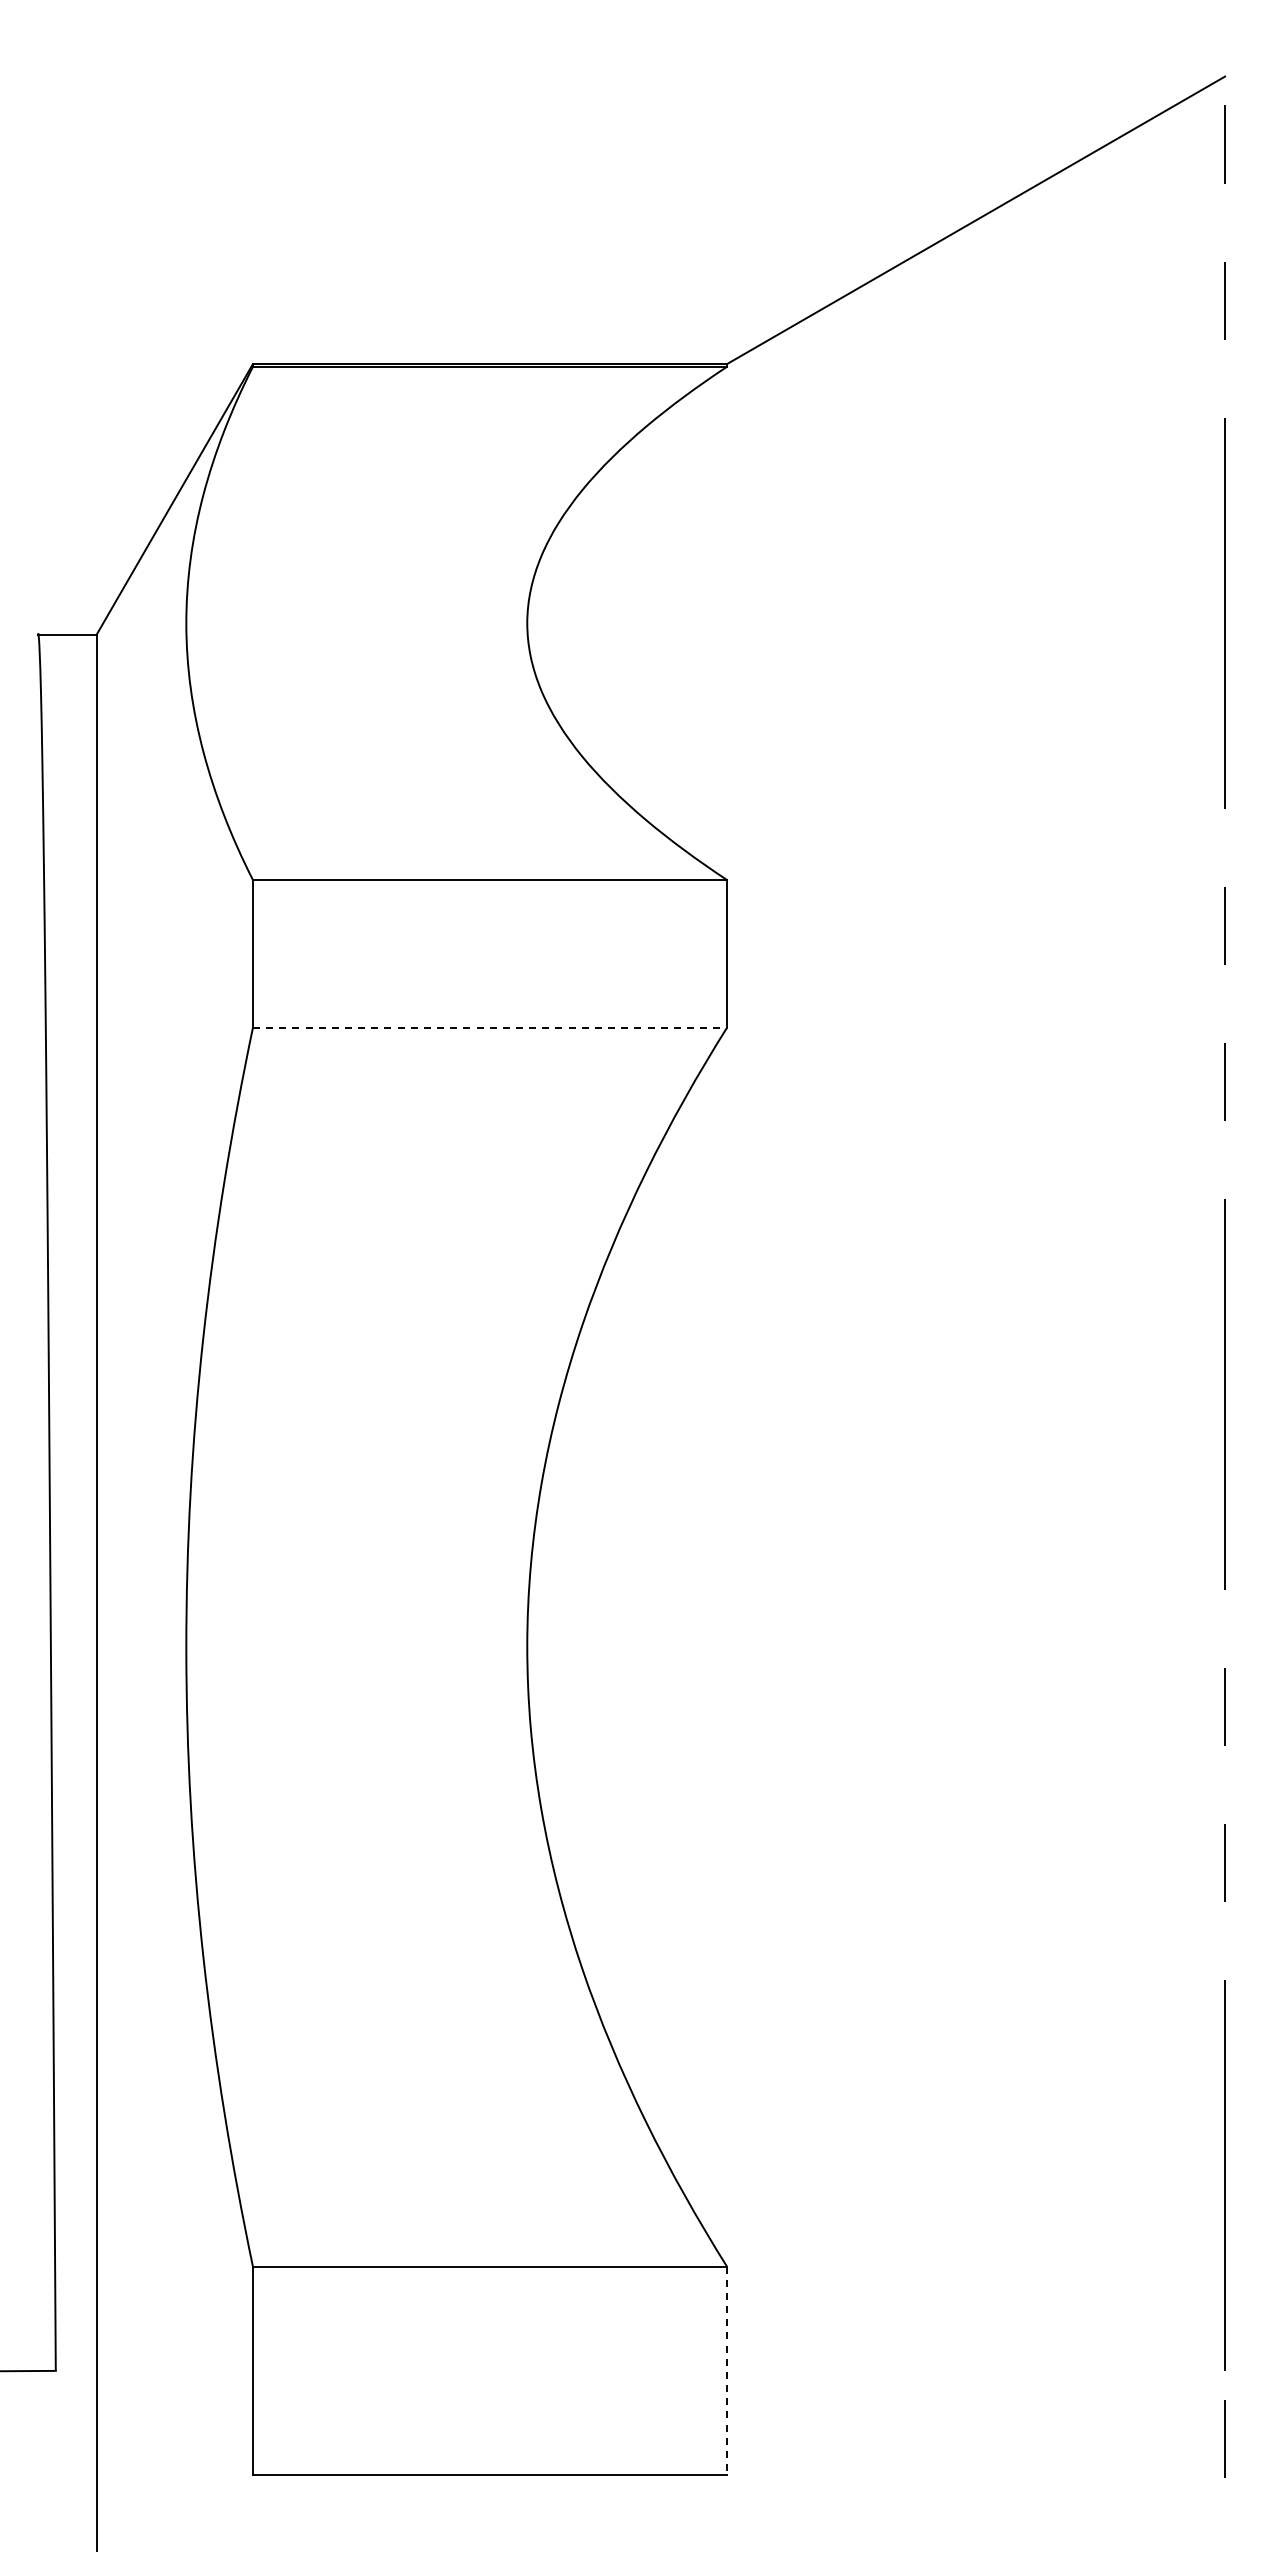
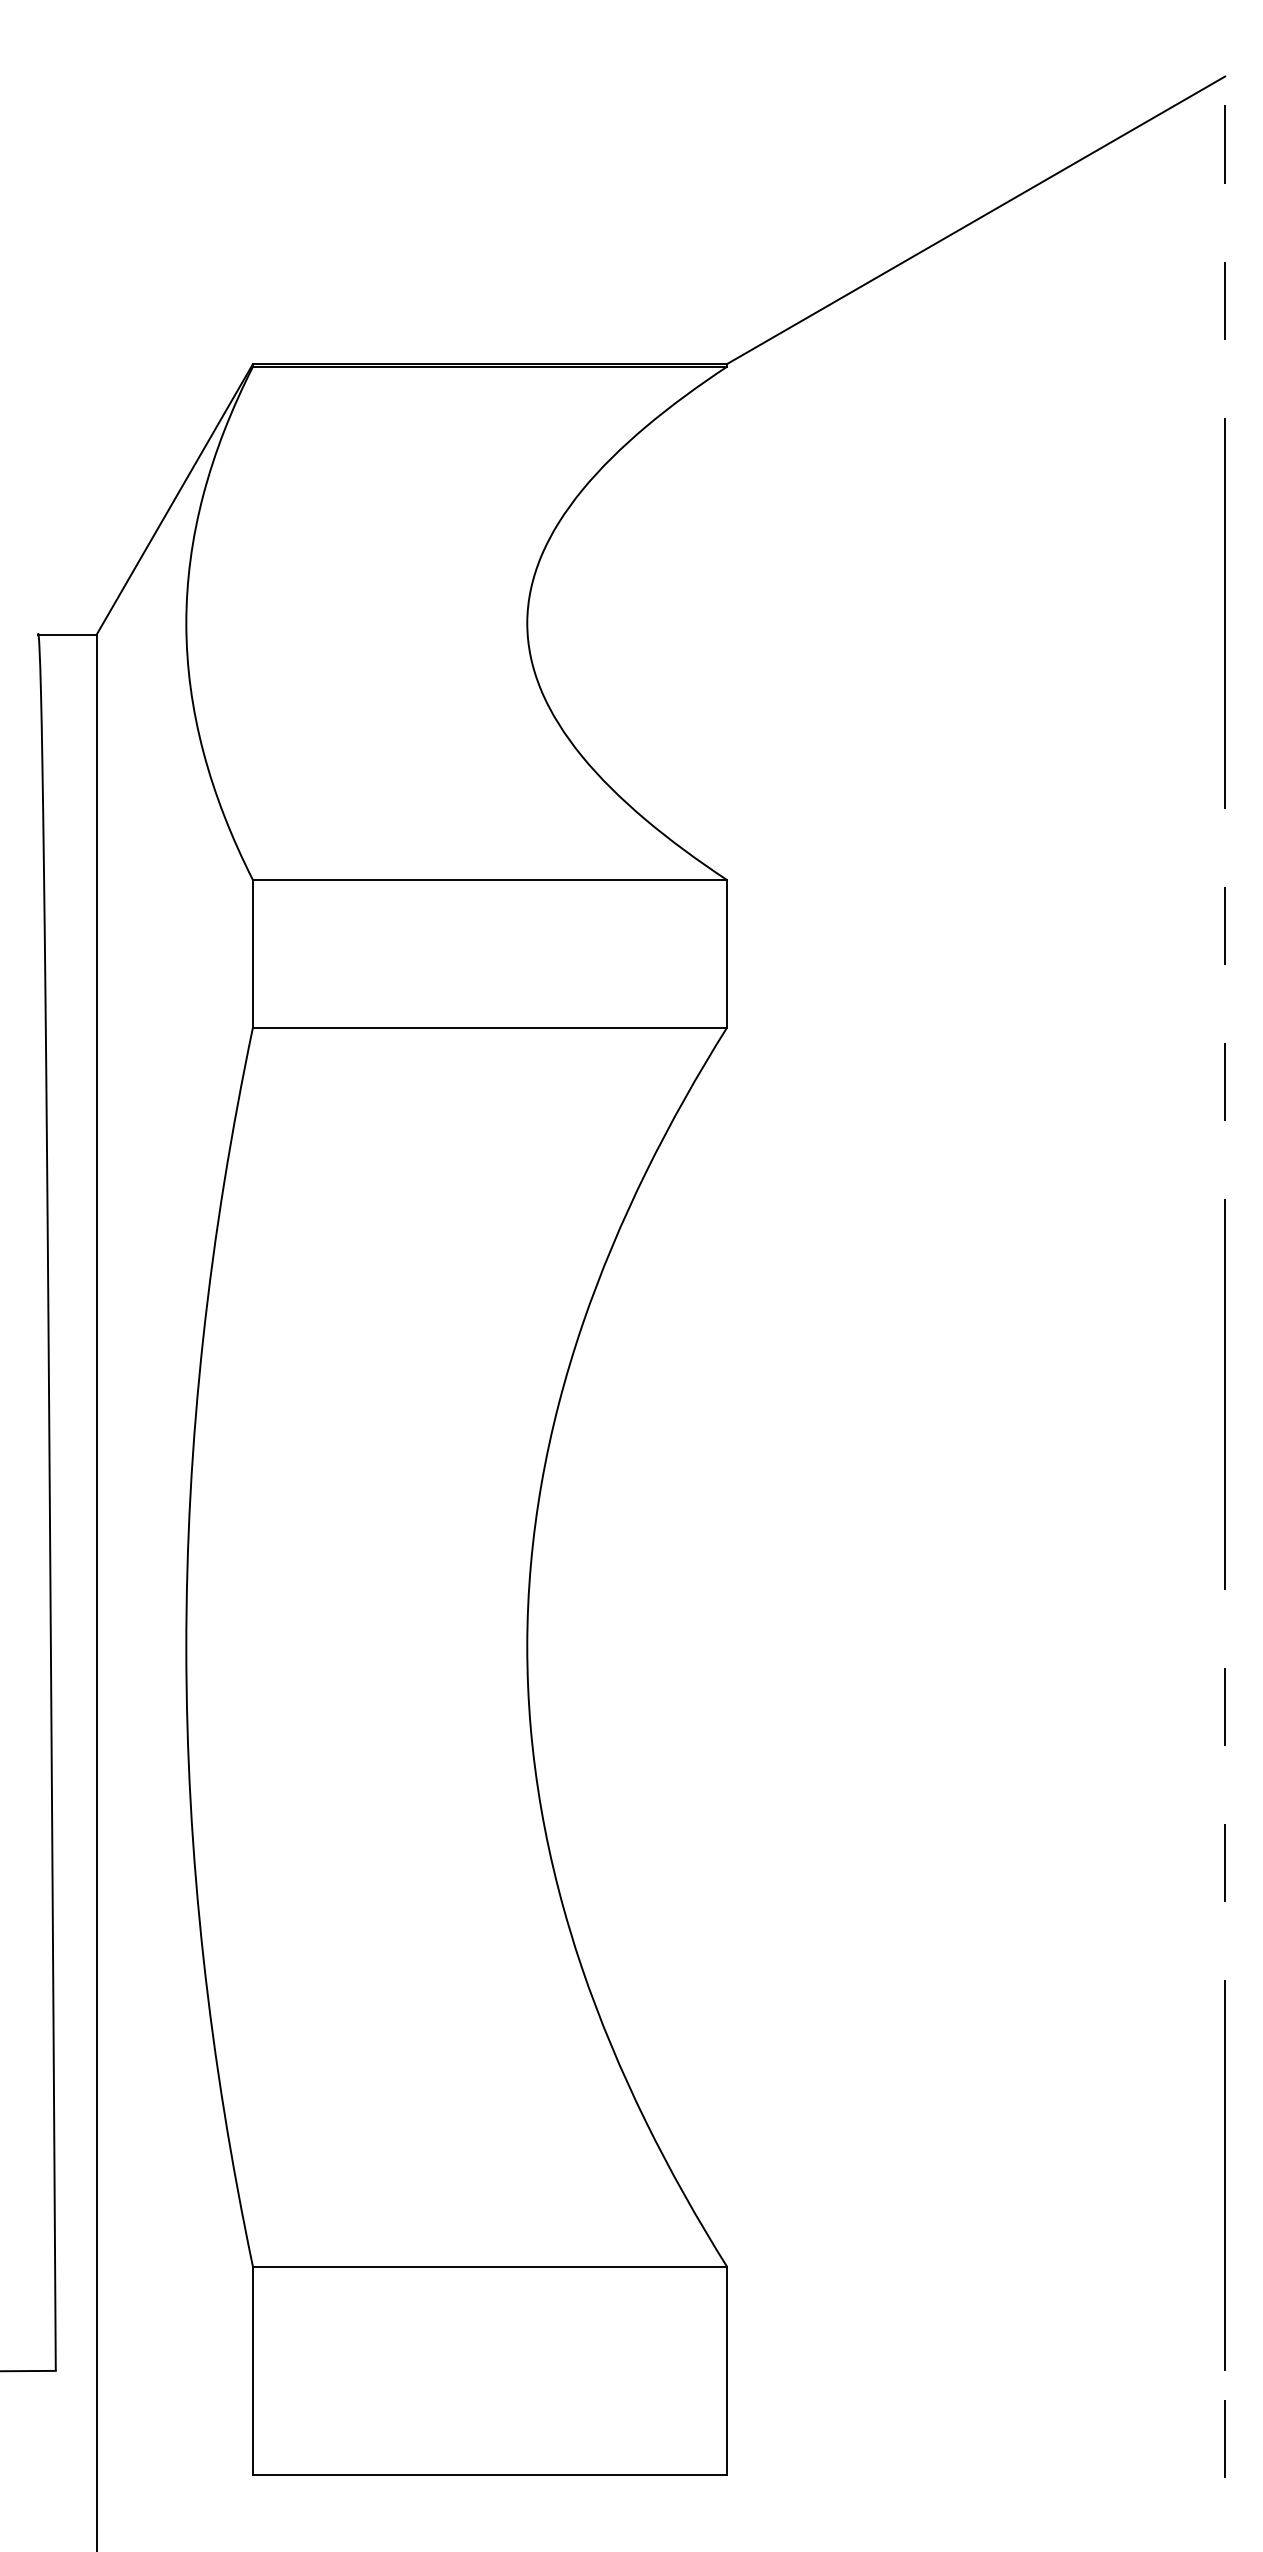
line at (490, 1027): dashed -> solid
line at (727, 2371): dashed -> solid
